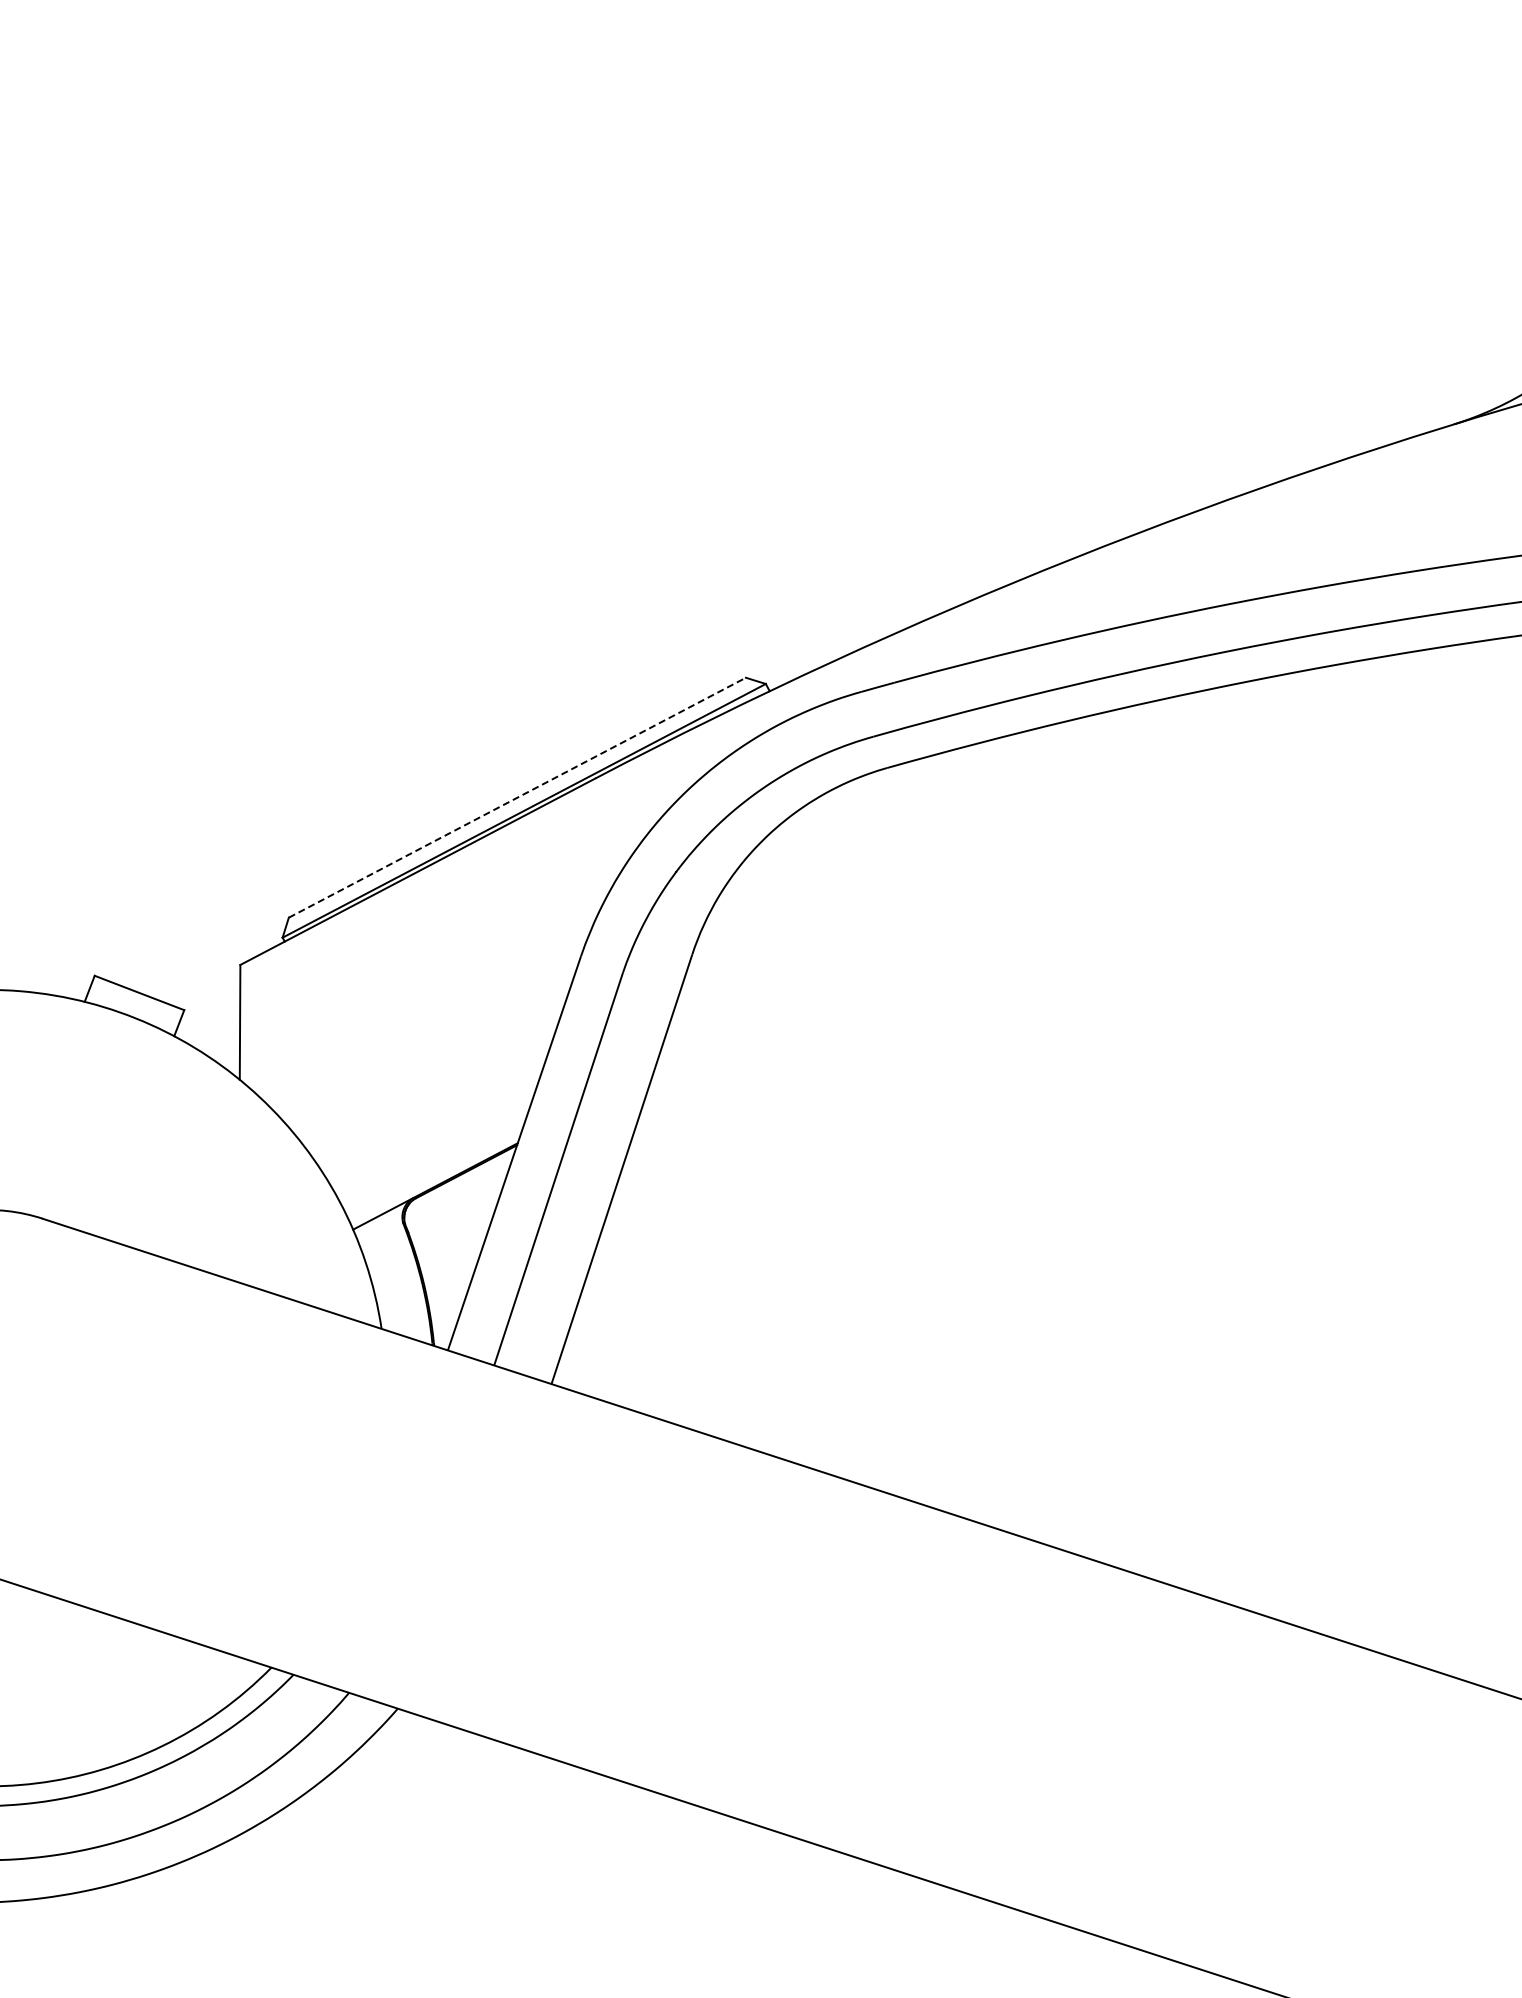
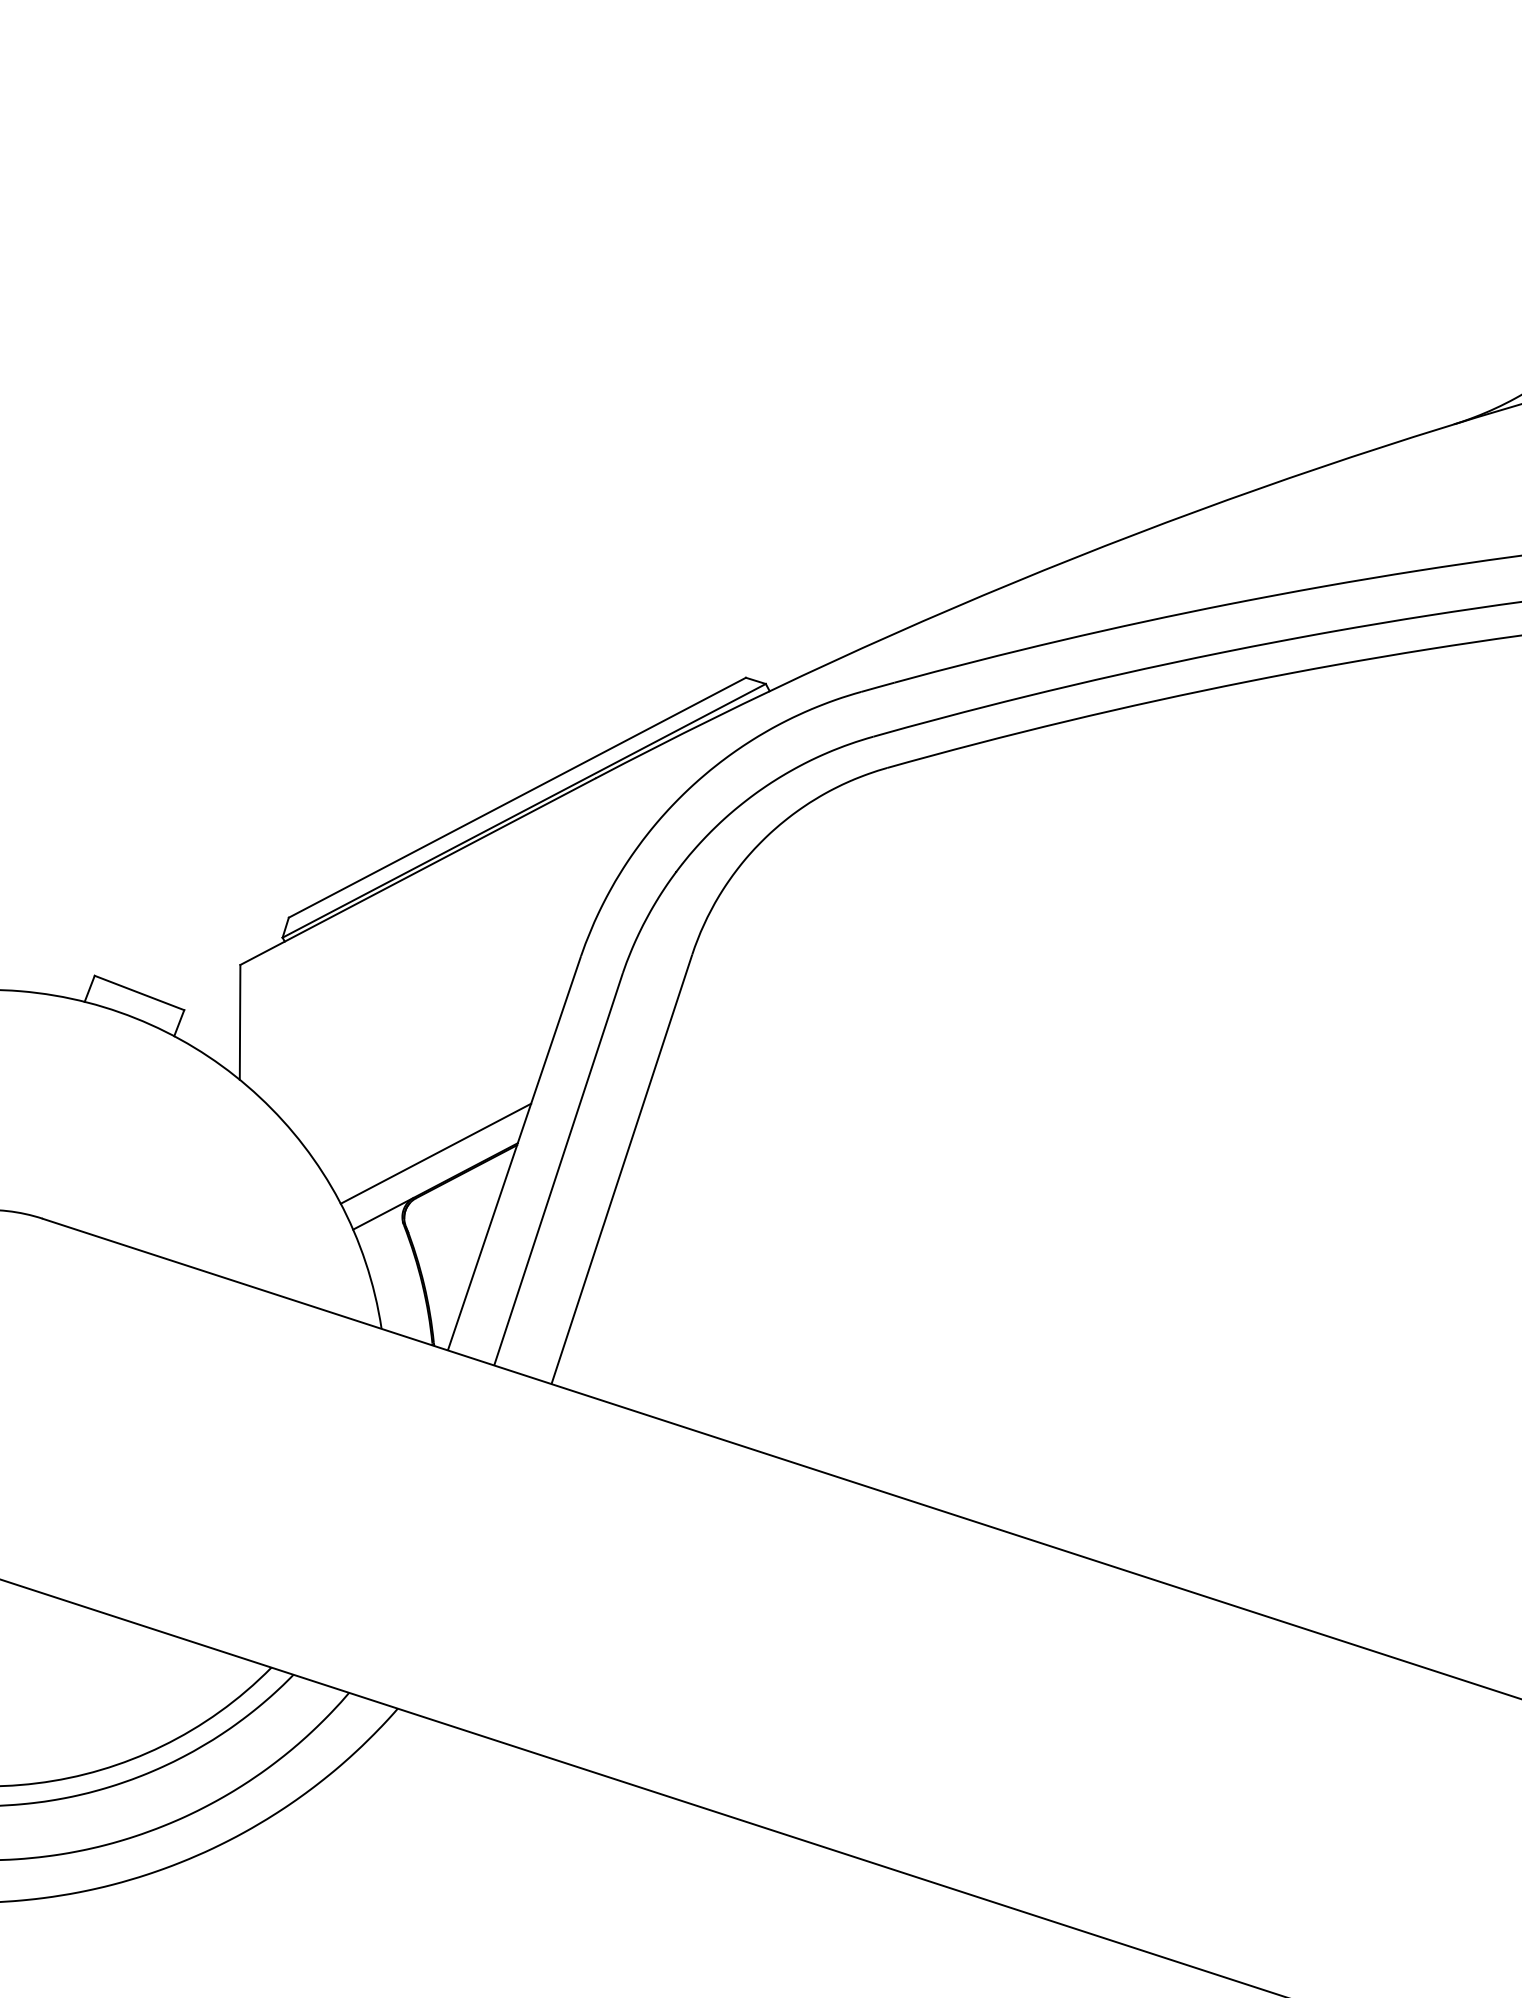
line at (517, 797): dashed -> solid
line at (435, 1153): none -> present
